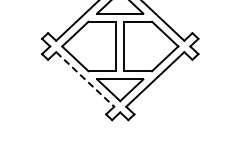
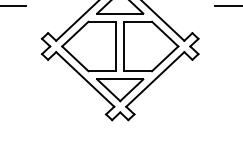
line at (13, 6): none -> present
line at (226, 6): none -> present
line at (85, 79): dashed -> solid
